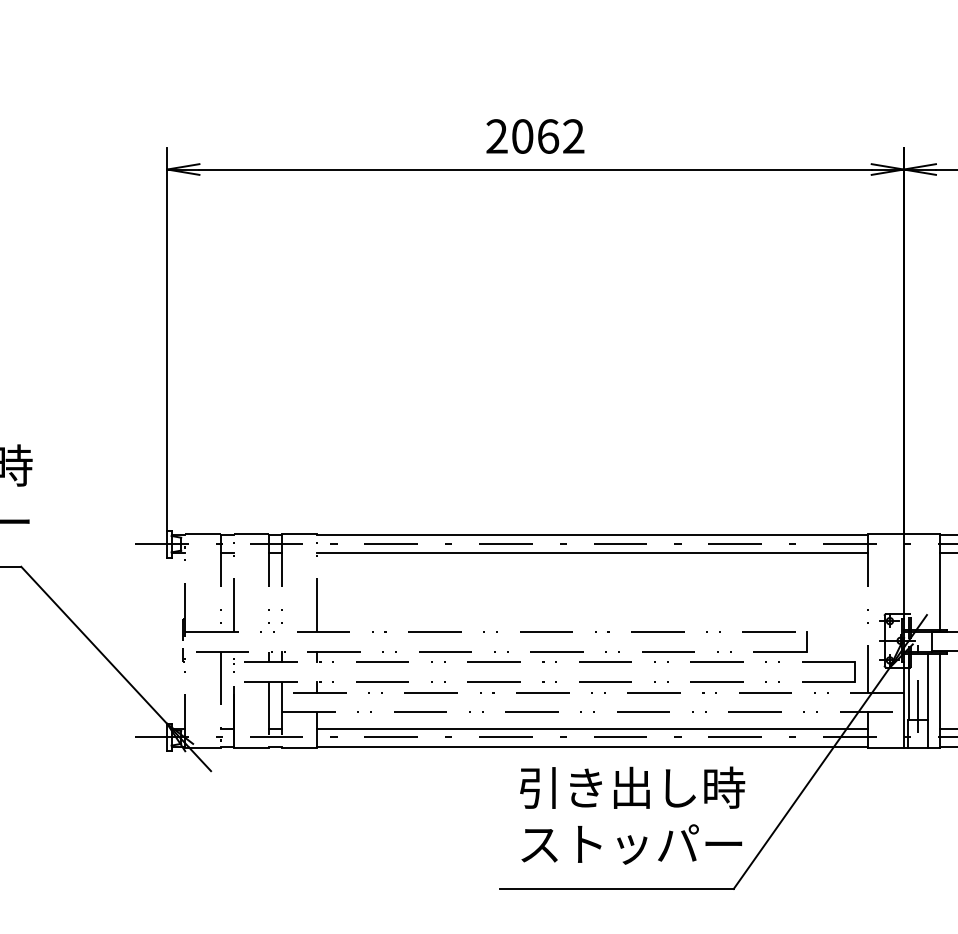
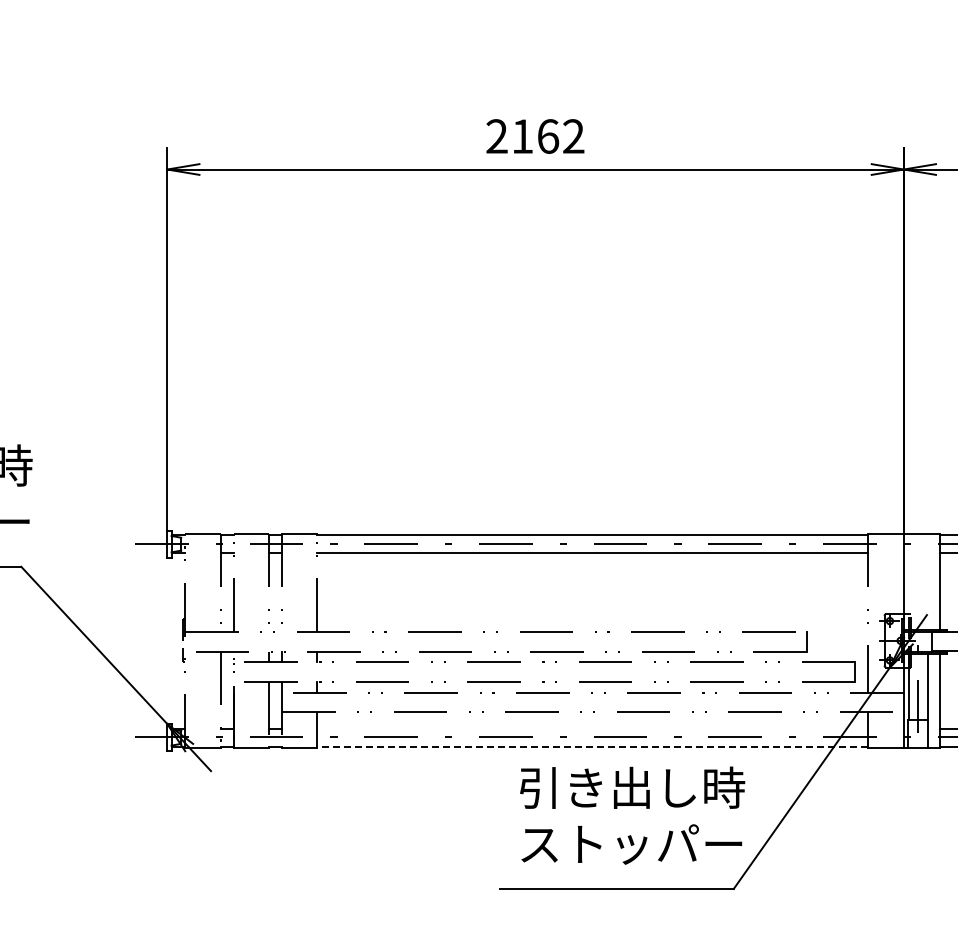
text at (522, 136): 2062 -> 2162
line at (592, 729): present -> none
line at (592, 746): solid -> dashed
